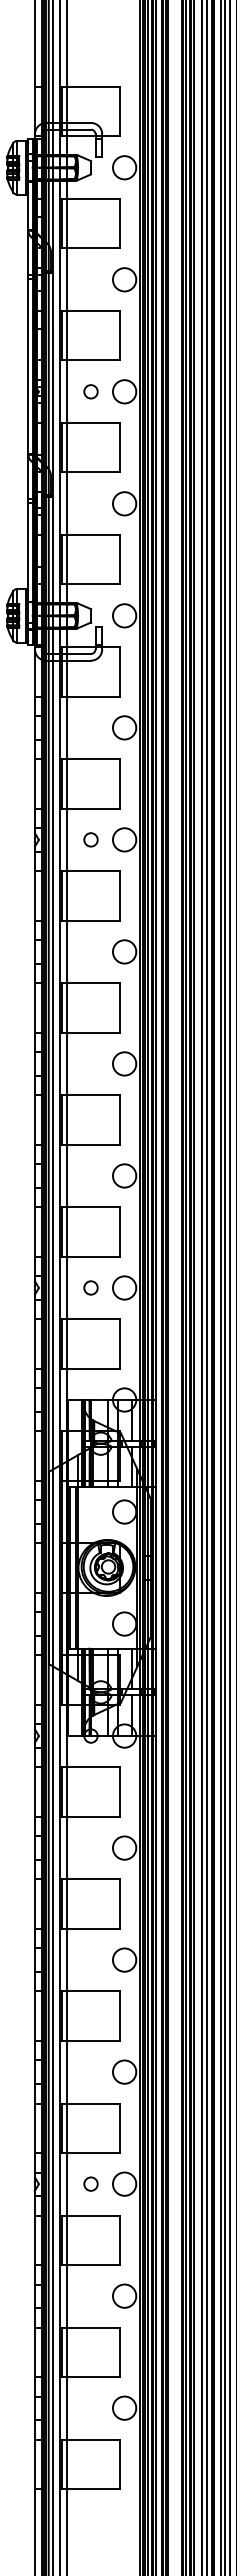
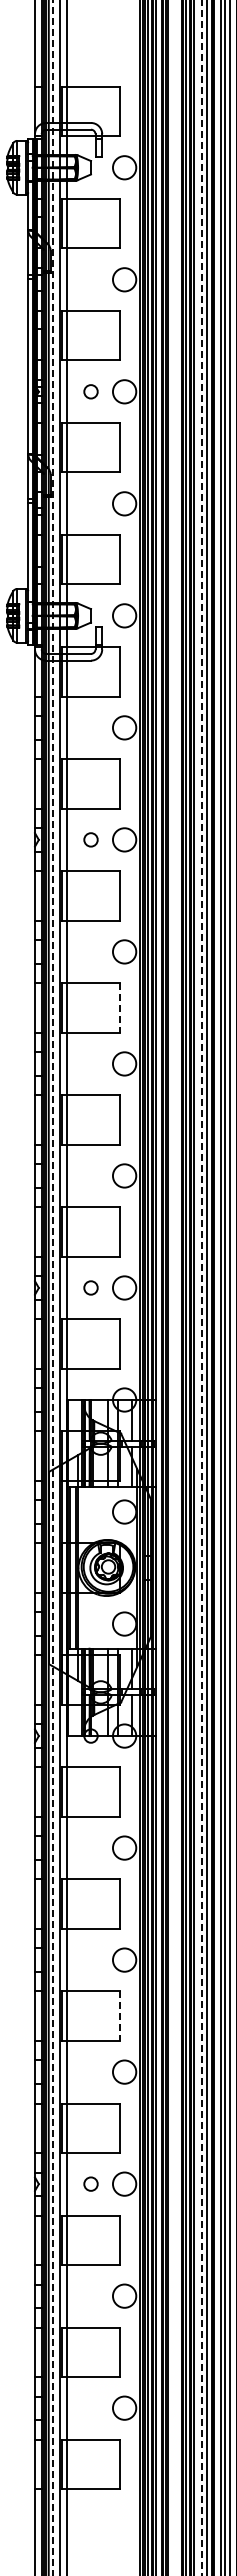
line at (120, 1007): solid -> dashed
line at (202, 1287): solid -> dashed
line at (53, 1288): solid -> dashed
line at (120, 2016): solid -> dashed
